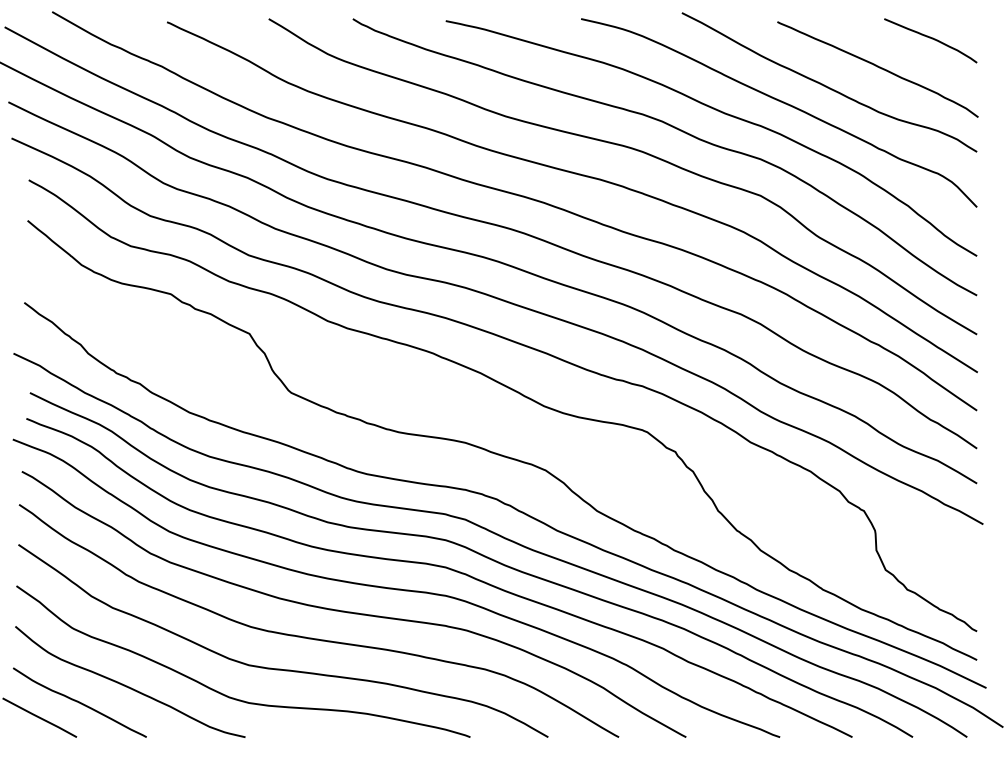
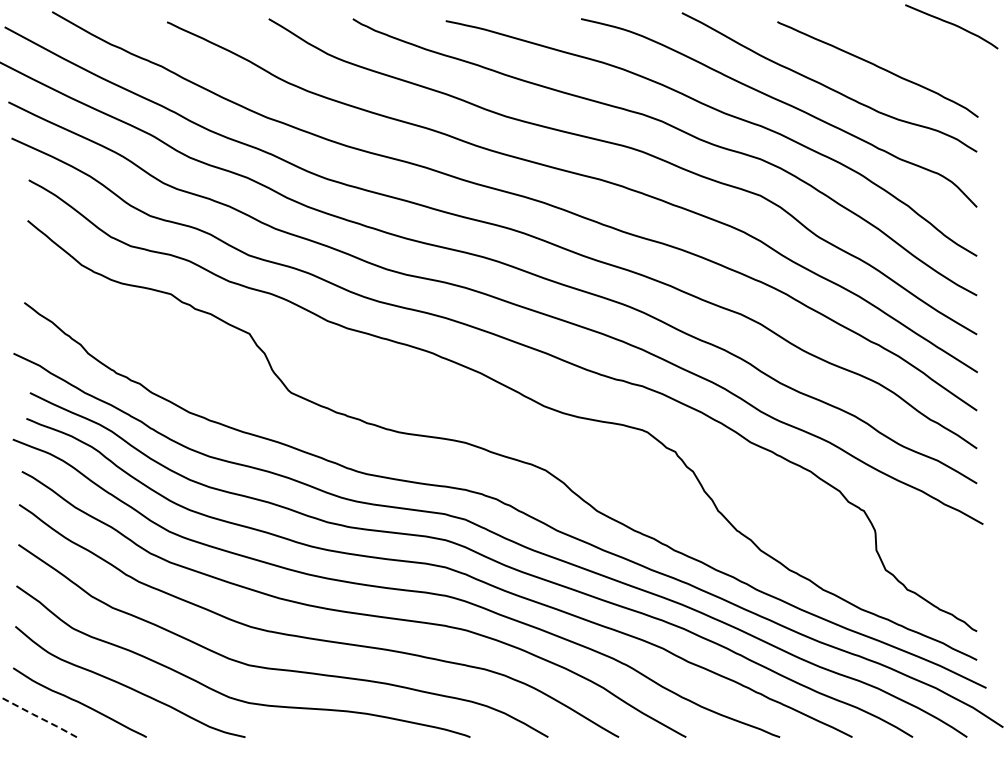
curve at (930, 38) position: (930, 38) -> (951, 24)
line at (39, 717): solid -> dashed
